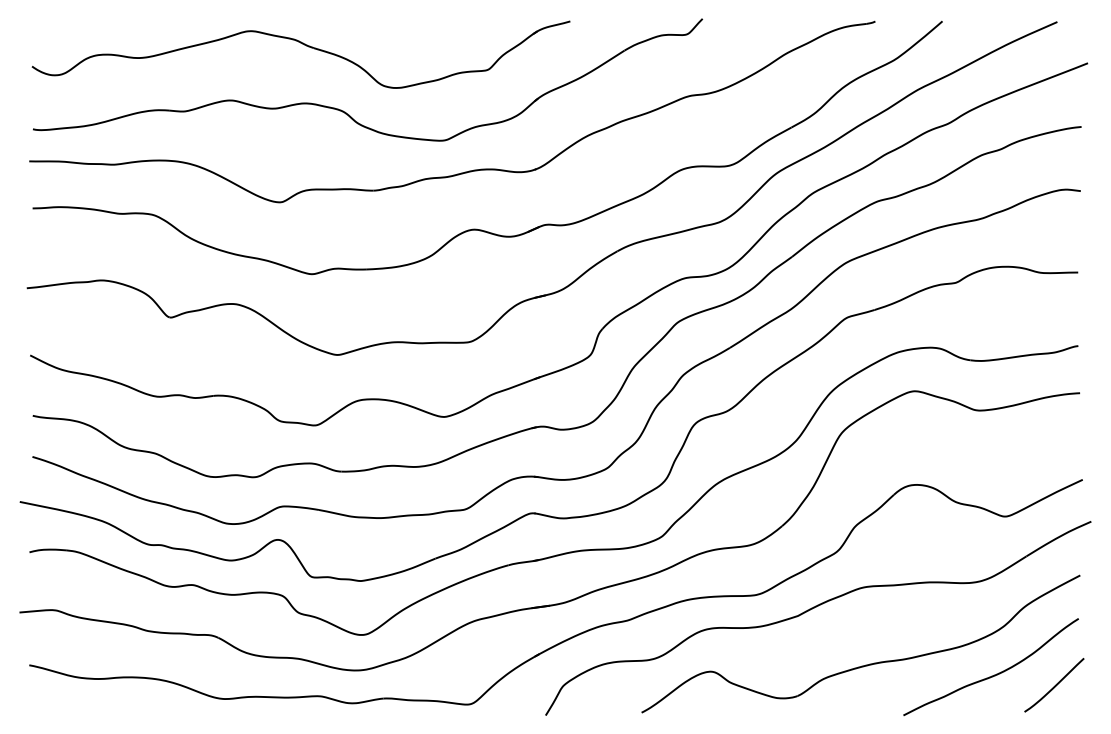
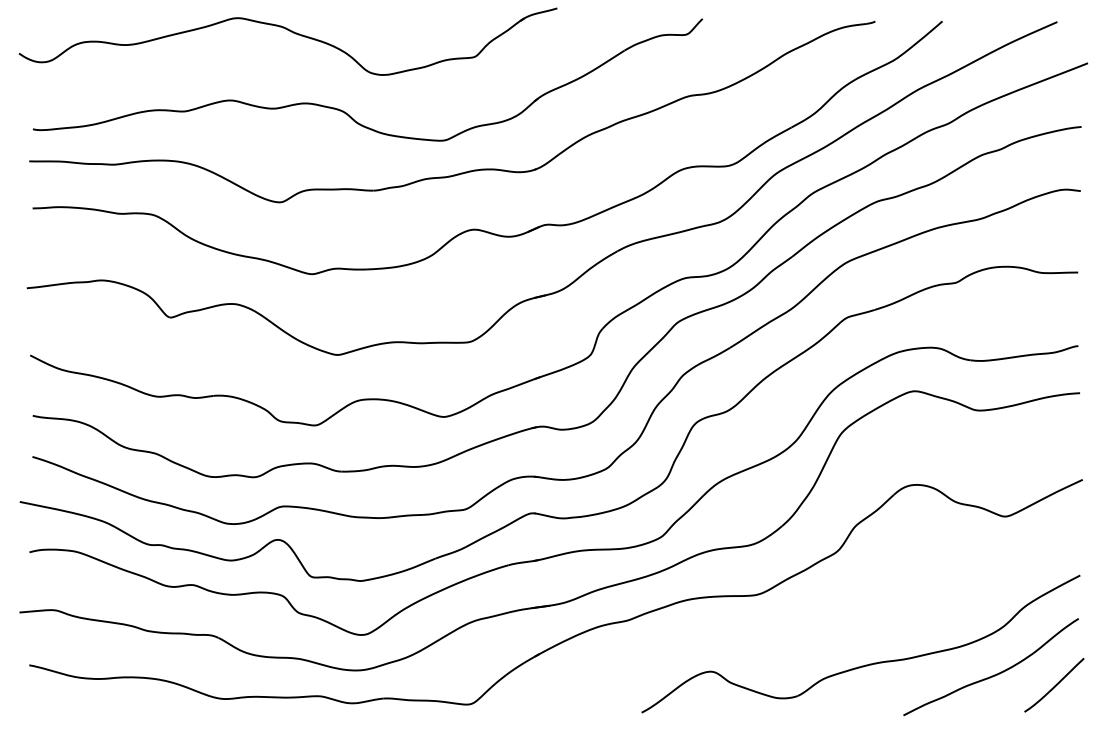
part at (304, 45) position: (304, 45) -> (291, 32)
part at (814, 608): present -> none
